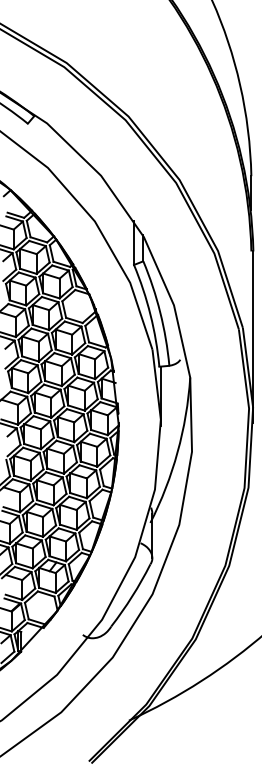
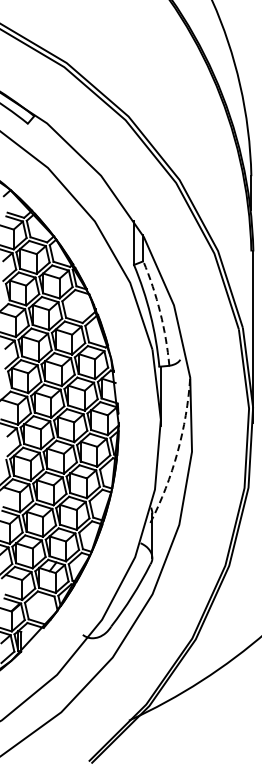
arc at (160, 312): solid -> dashed
arc at (177, 452): solid -> dashed
